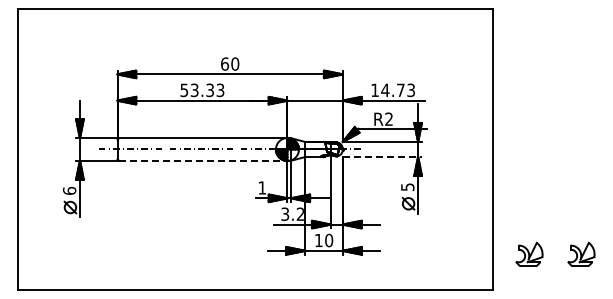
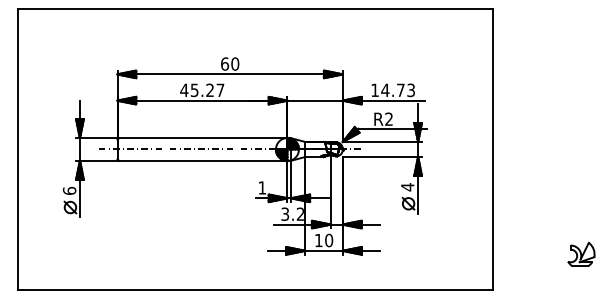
text at (202, 90): 53.33 -> 45.27
line at (382, 157): dashed -> solid
line at (203, 160): dashed -> solid
text at (407, 187): 5 -> 4
part at (529, 253): present -> none
